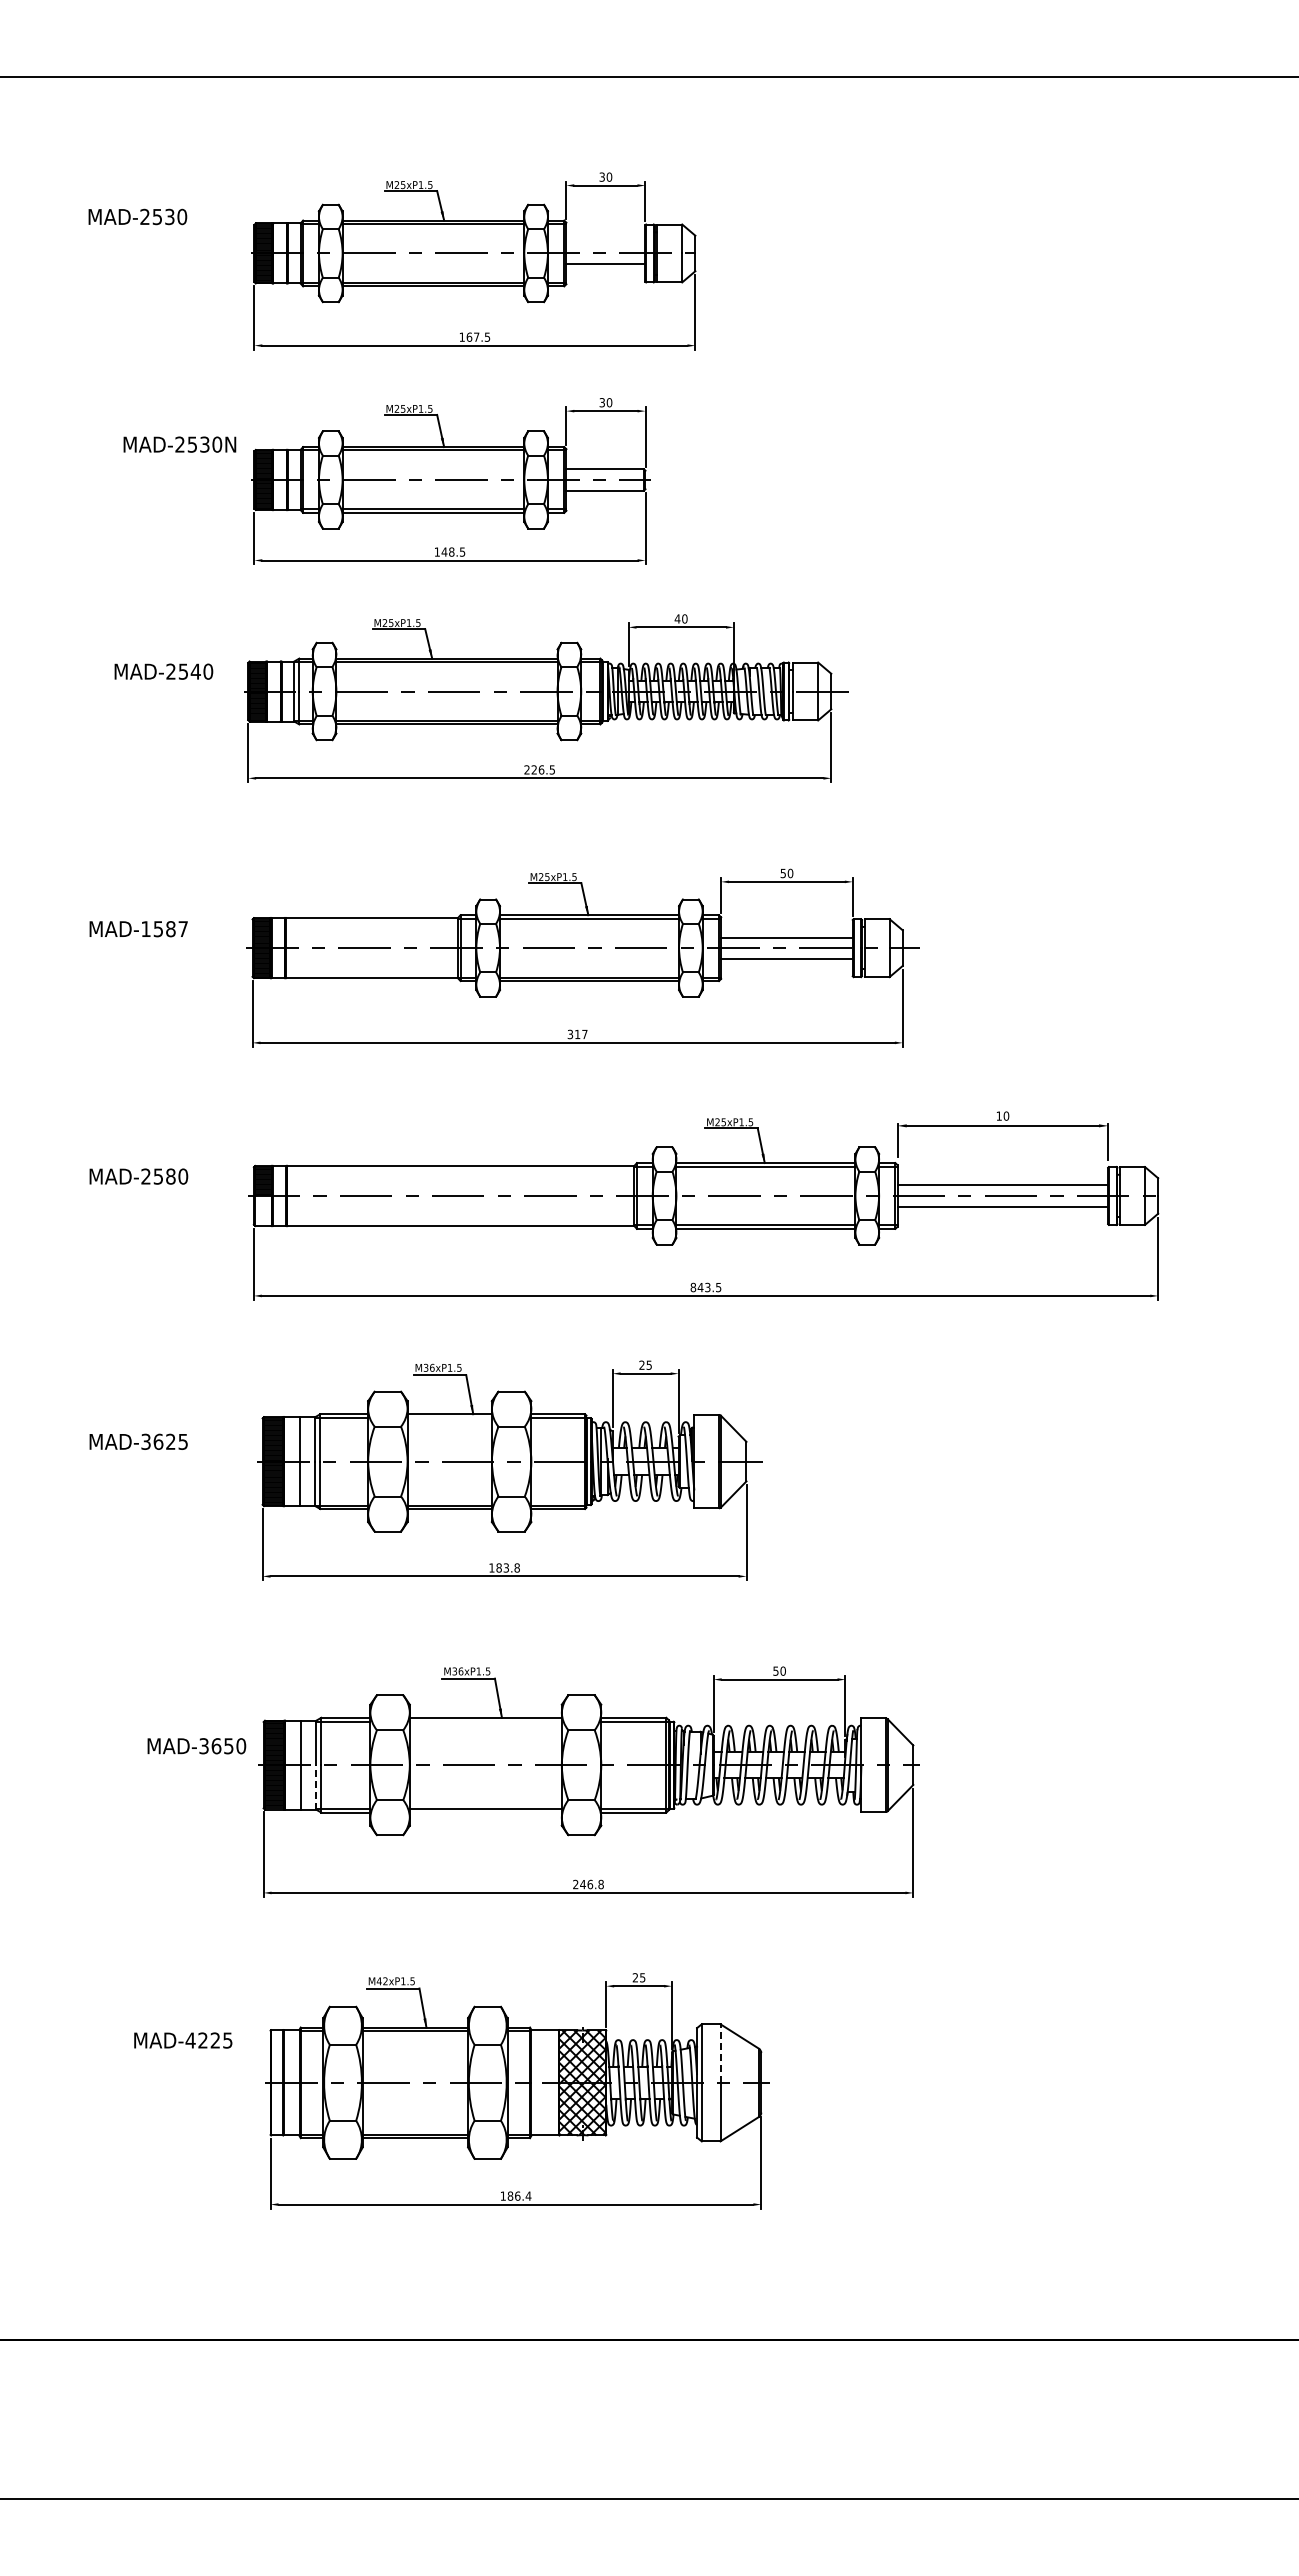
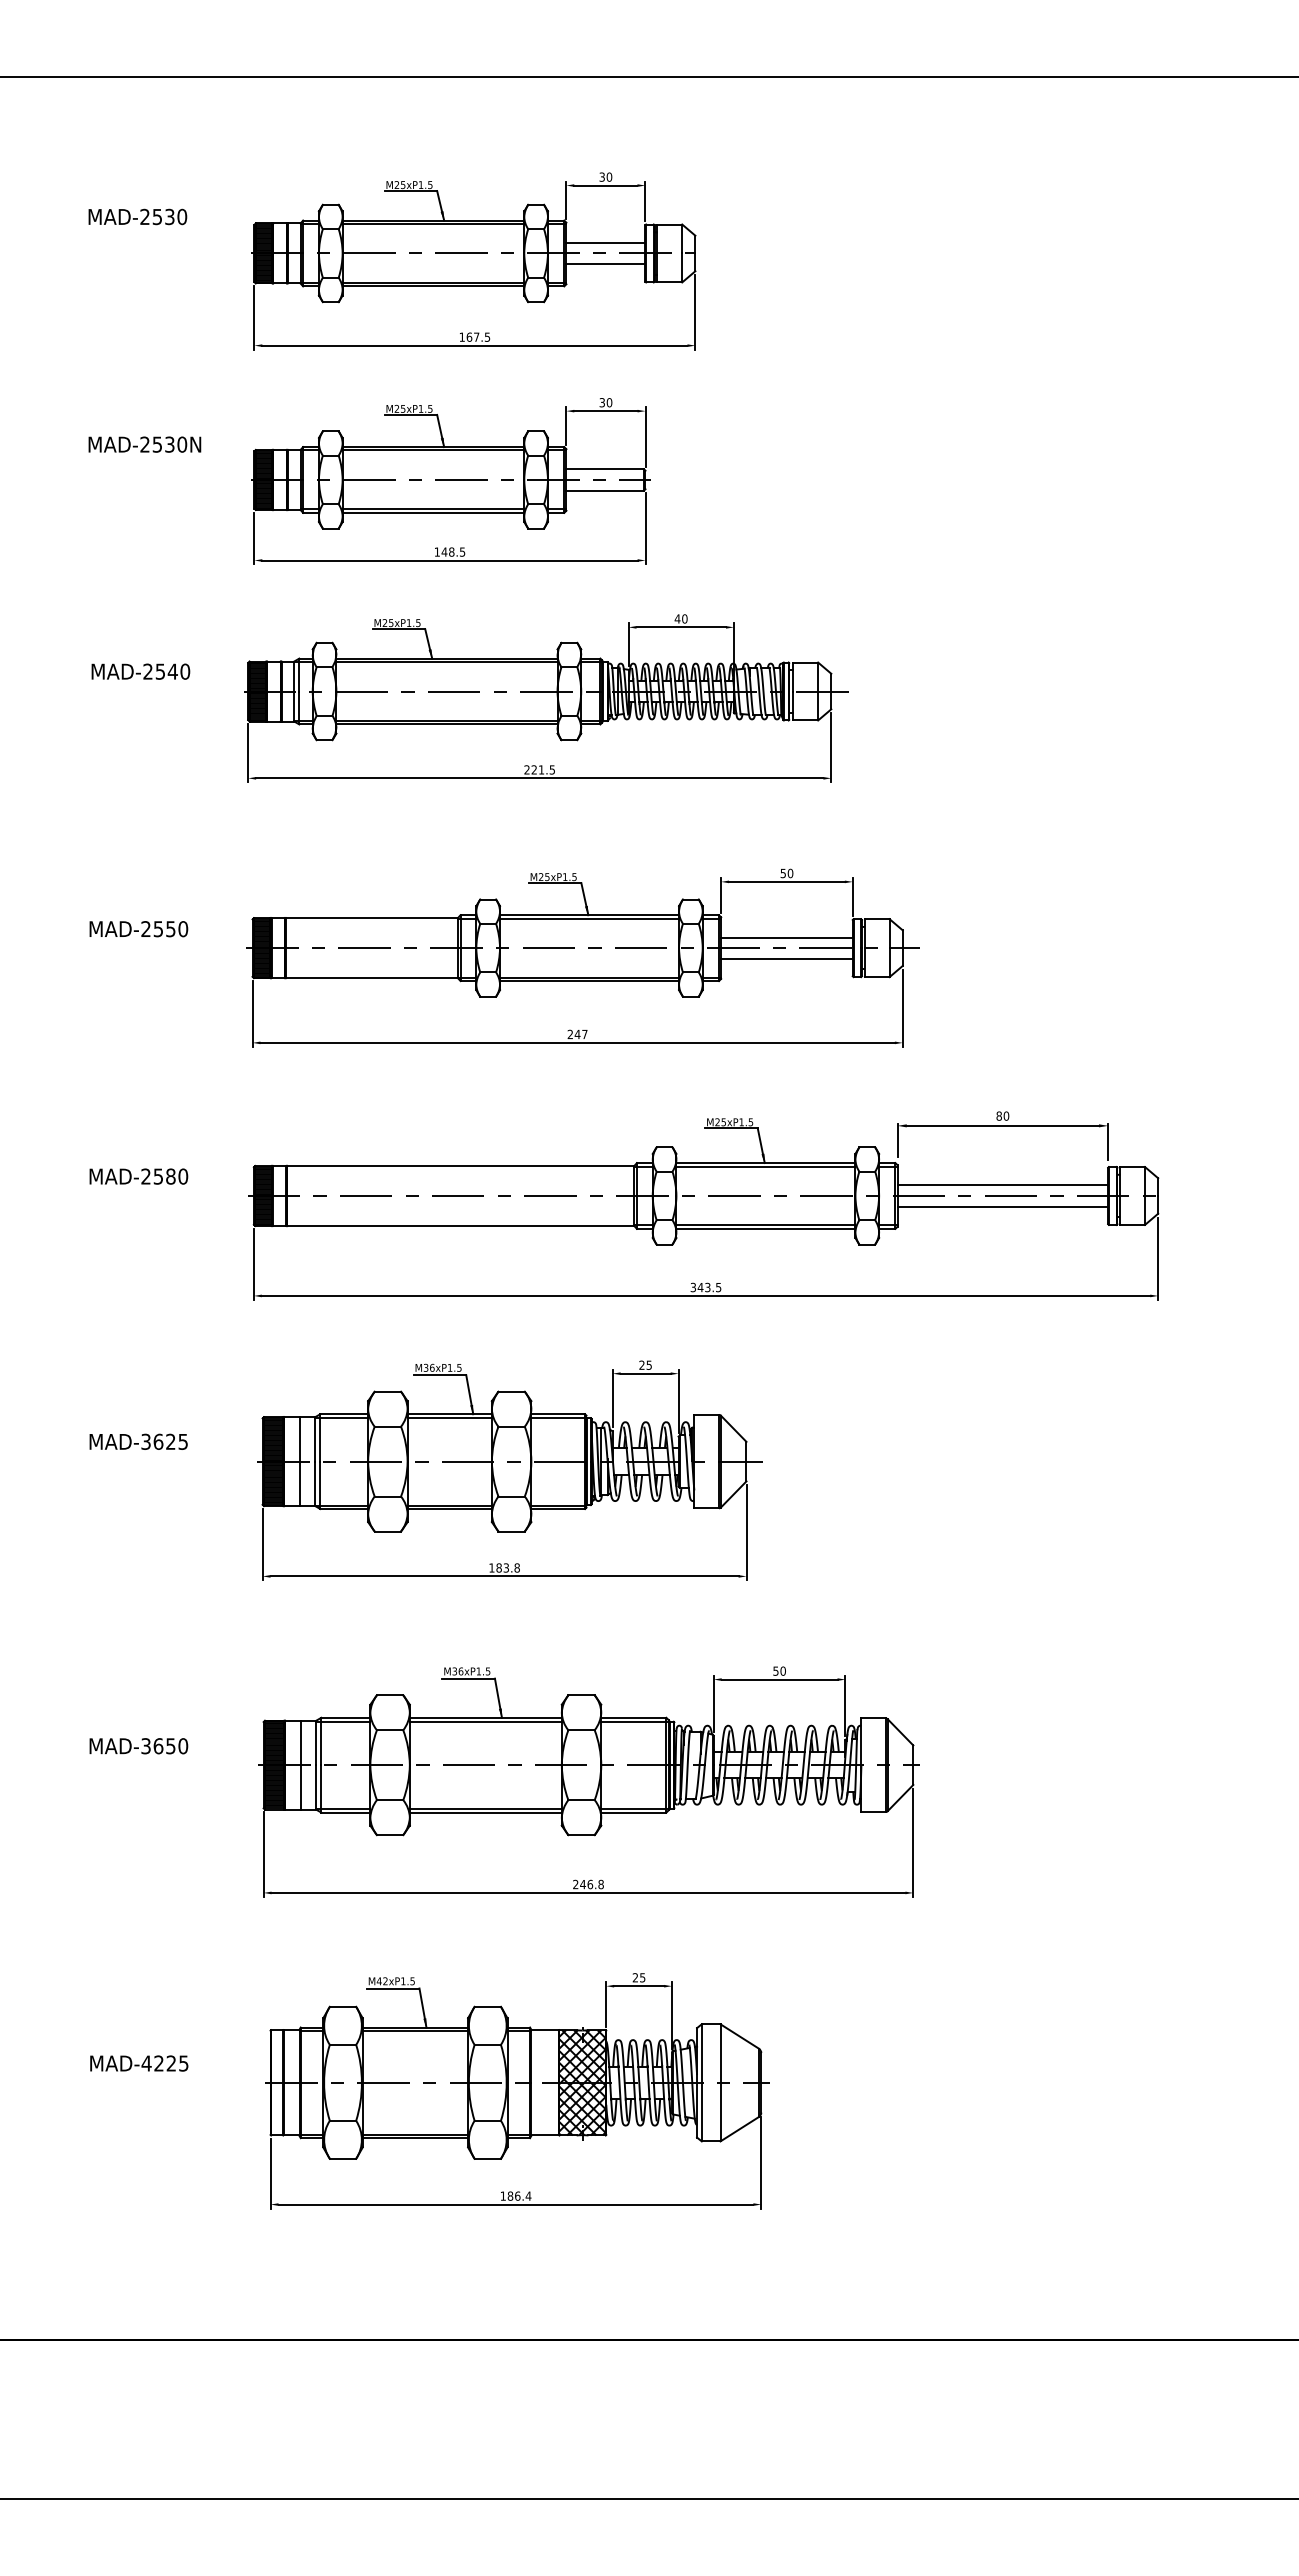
line at (605, 242): none -> present
text at (179, 444) position: (179, 444) -> (144, 444)
text at (163, 671) position: (163, 671) -> (140, 671)
text at (541, 769): 226.5 -> 221.5
text at (164, 929): MAD-1587 -> MAD-2550
text at (573, 1034): 317 -> 247
text at (998, 1115): 10 -> 80
hatch at (263, 1211): none -> present
text at (693, 1287): 843.5 -> 343.5
line at (449, 1417): none -> present
line at (485, 1721): none -> present
text at (196, 1746) position: (196, 1746) -> (138, 1746)
line at (316, 1786): dashed -> solid
line at (485, 1812): none -> present
text at (183, 2040) position: (183, 2040) -> (139, 2063)
line at (720, 2053): dashed -> solid
